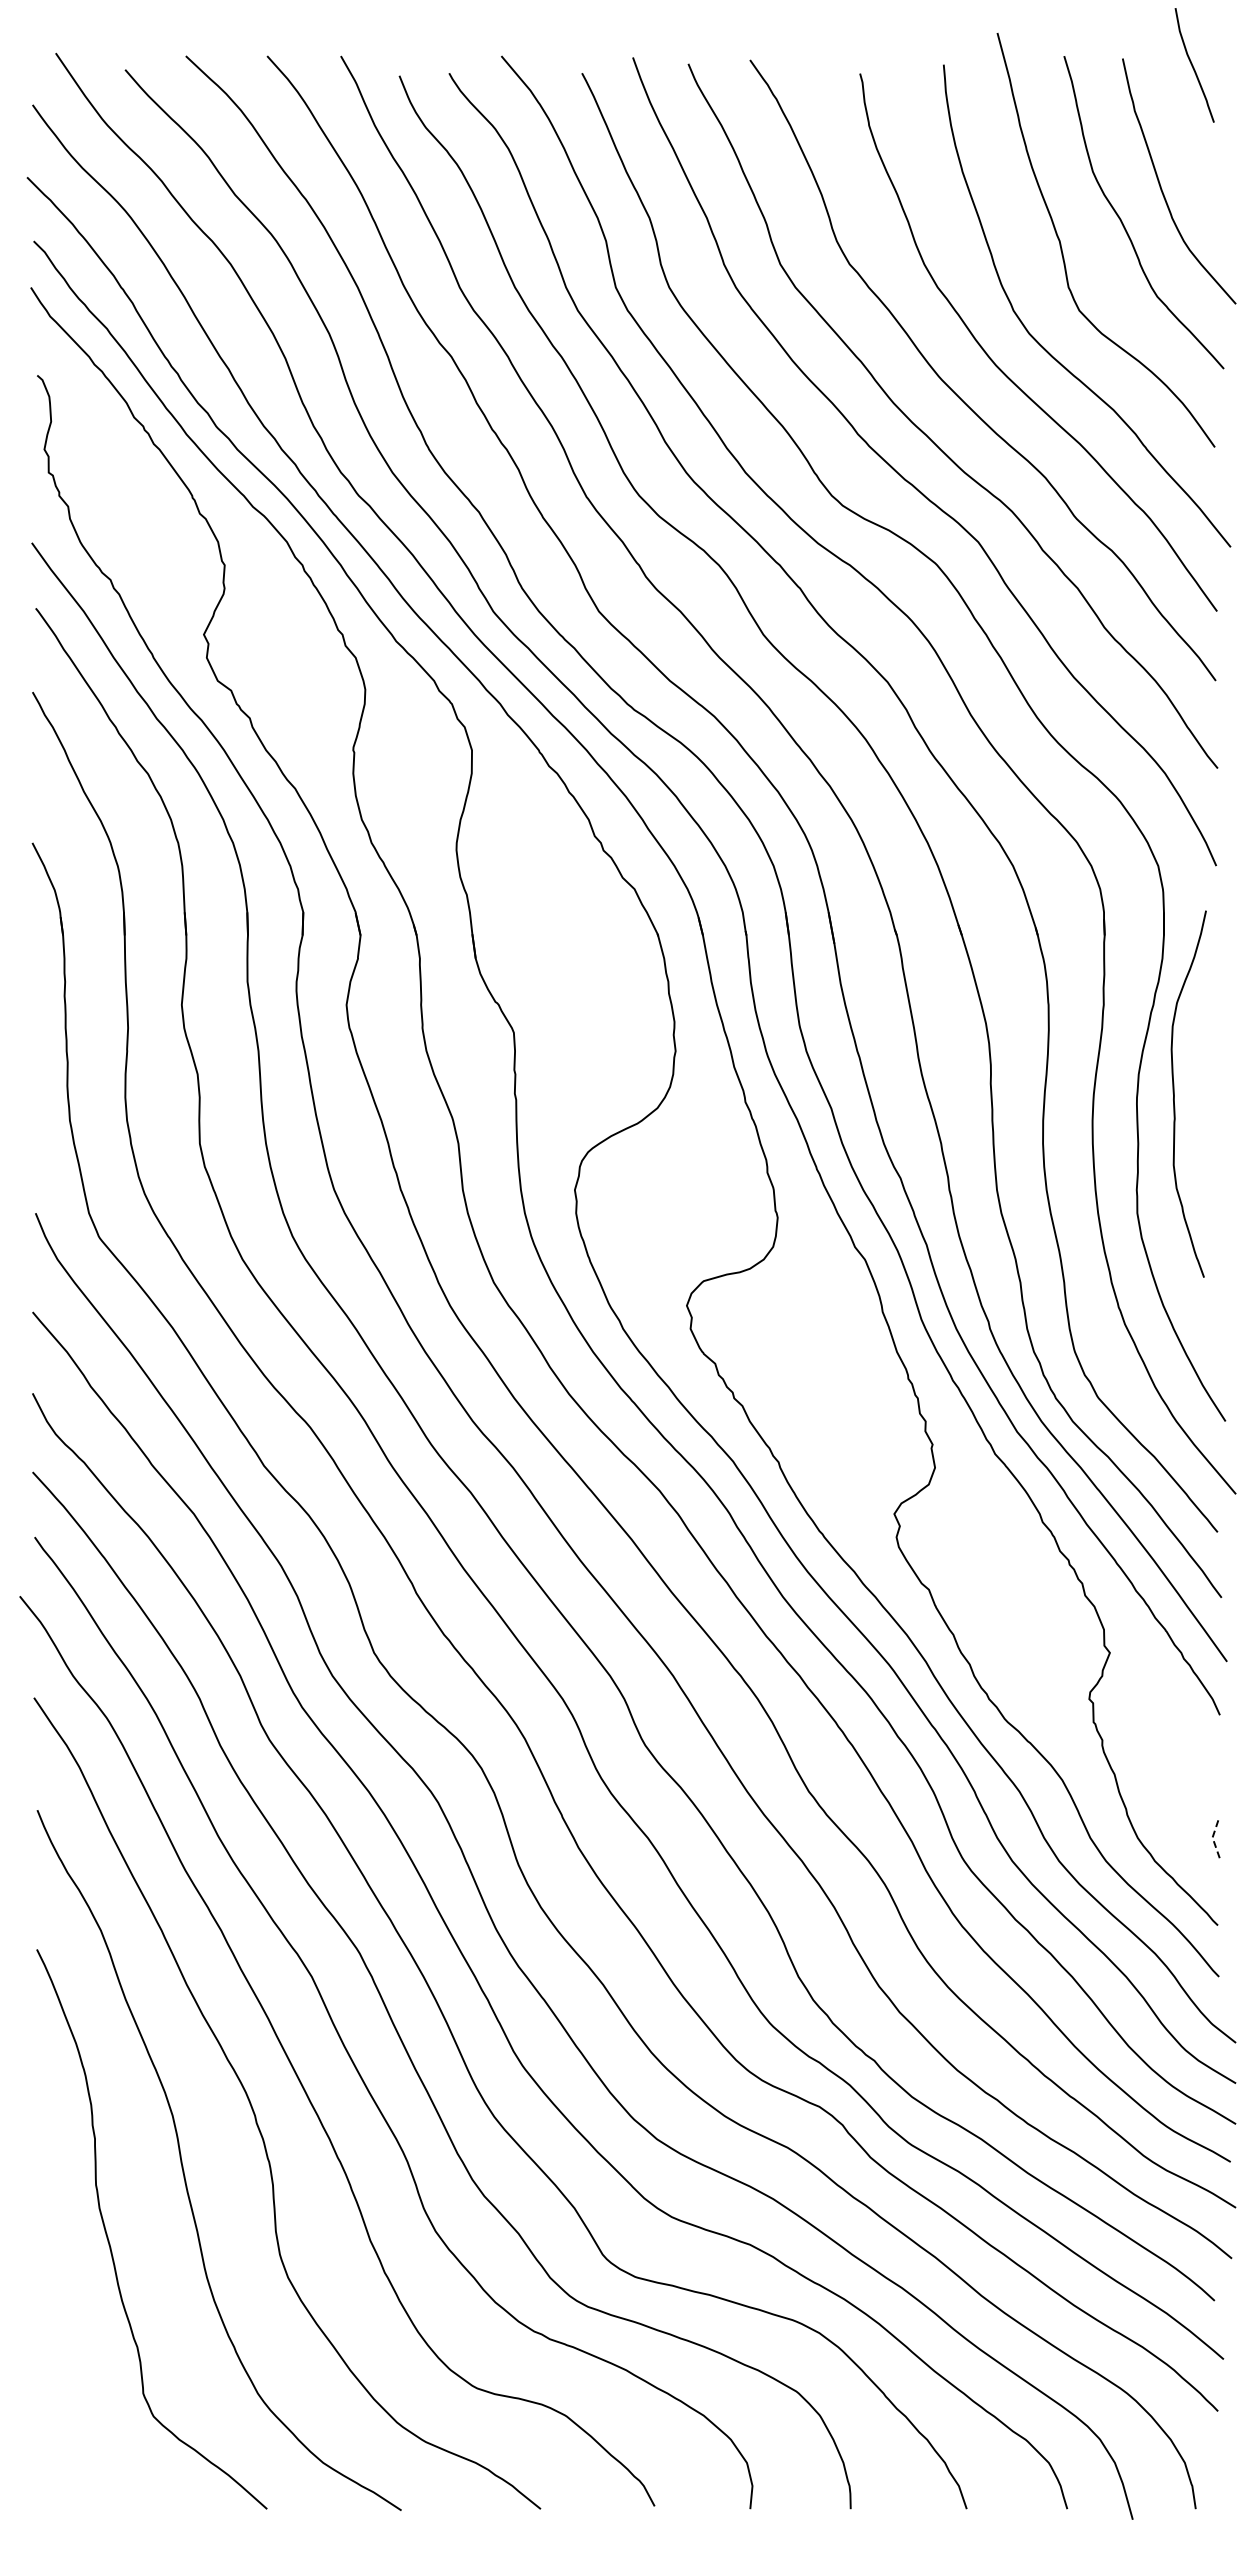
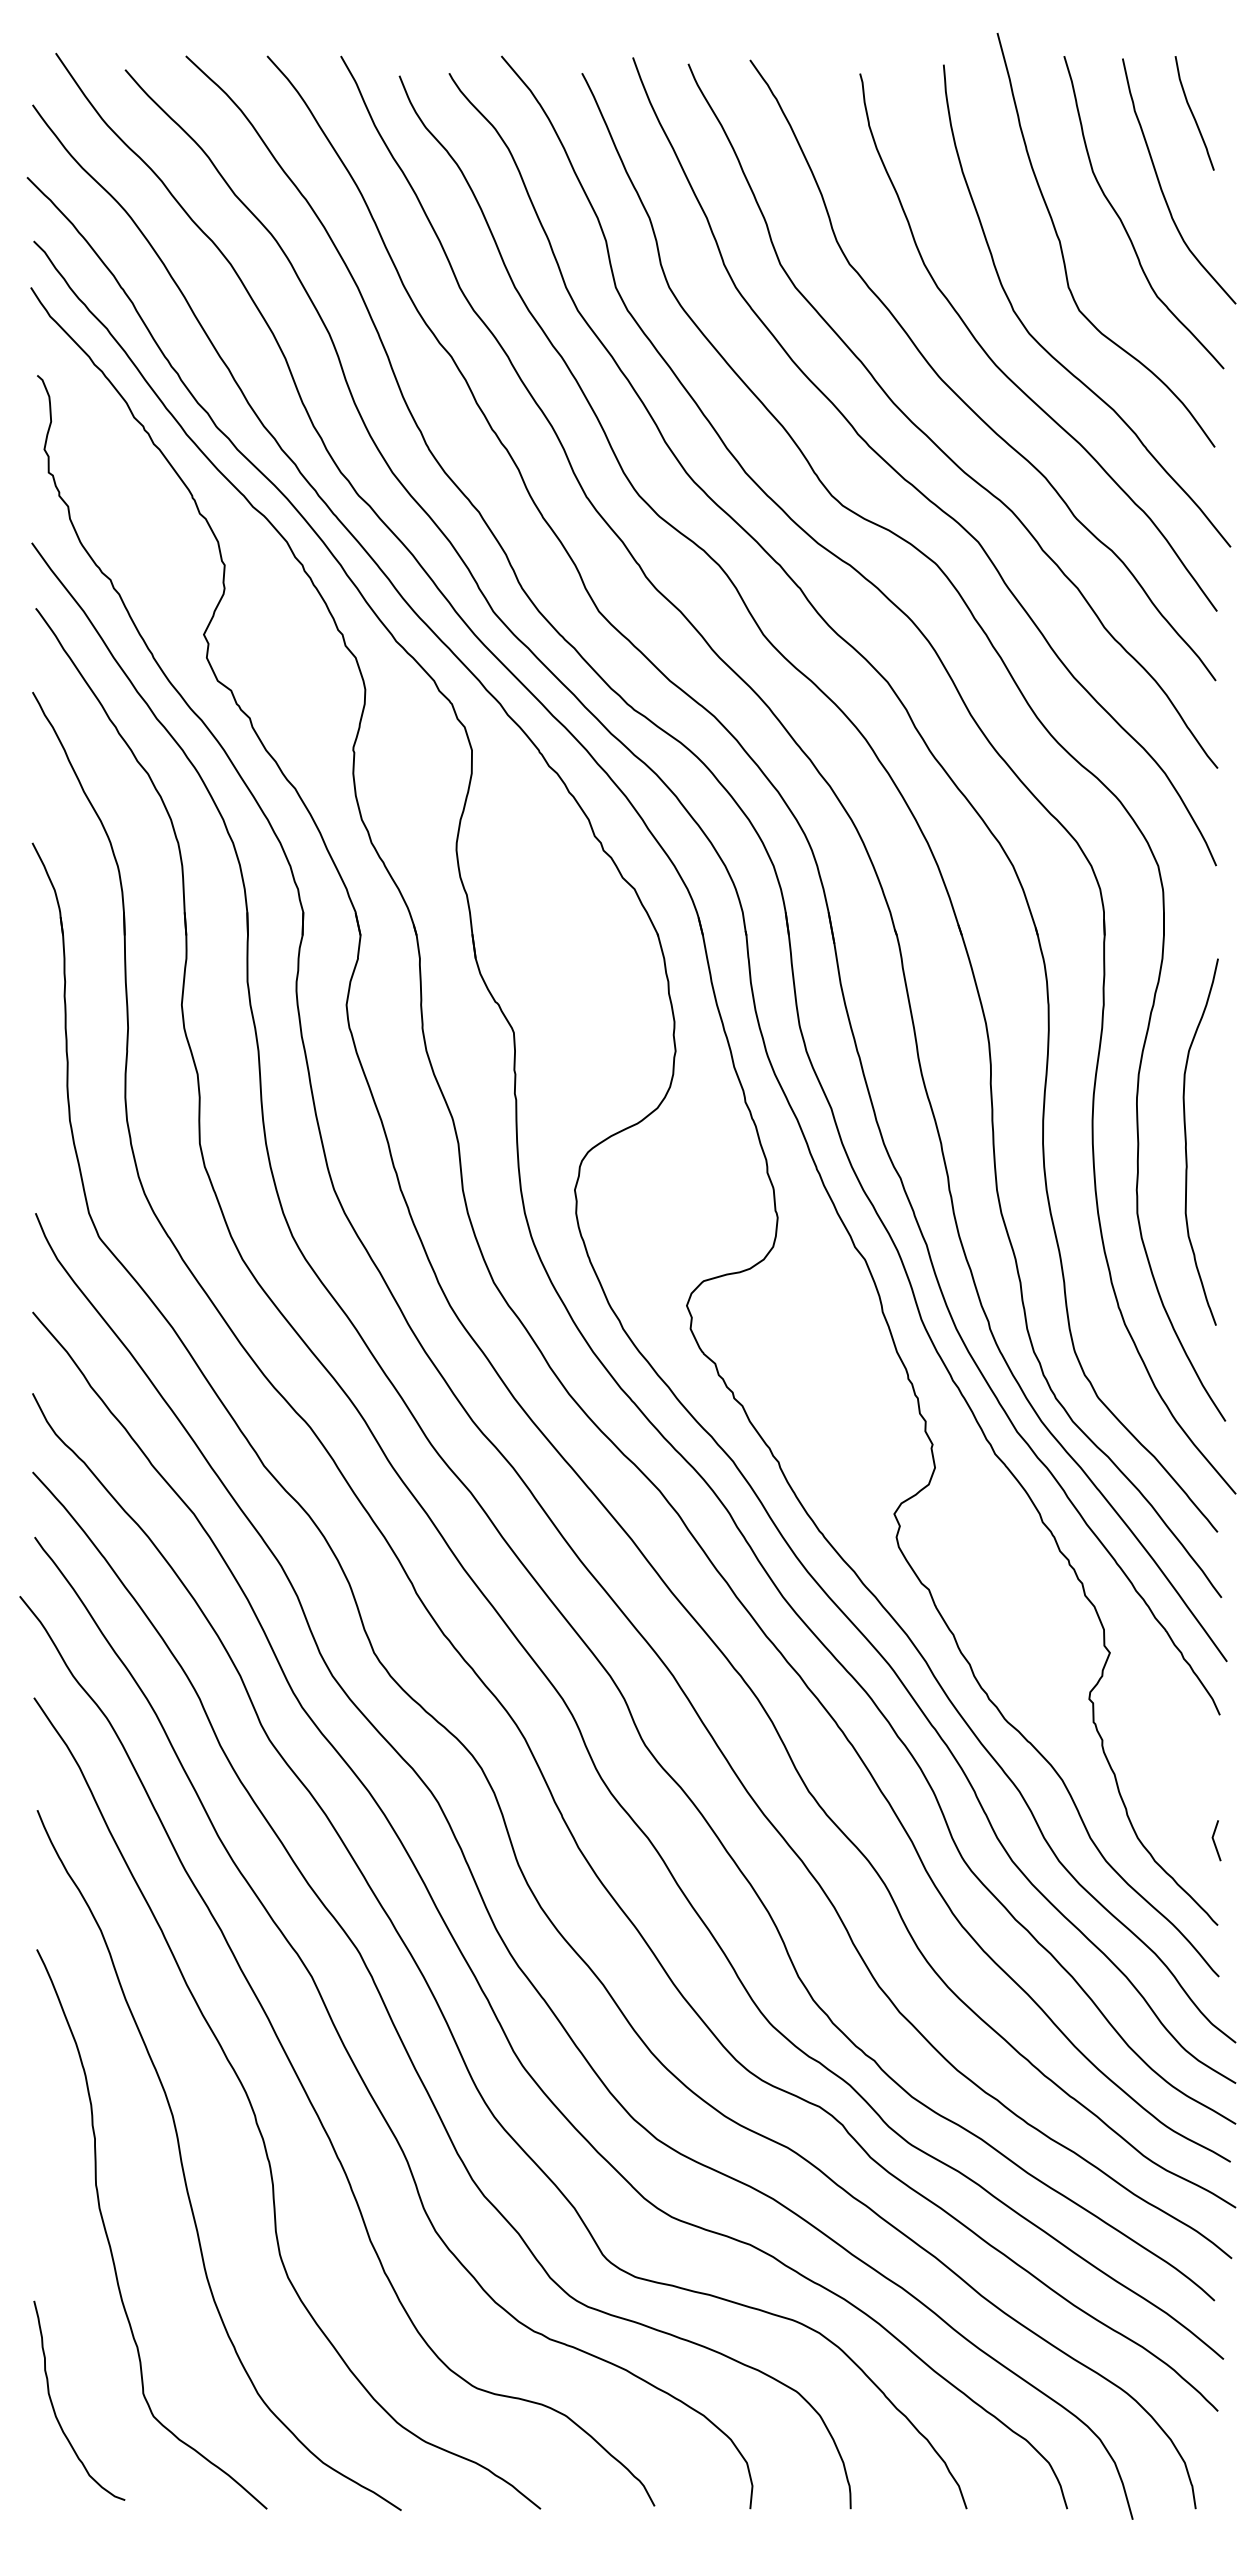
curve at (1193, 65) position: (1193, 65) -> (1193, 113)
curve at (1174, 1093) position: (1174, 1093) -> (1186, 1141)
line at (1213, 1840): dashed -> solid
curve at (54, 2408): none -> present
